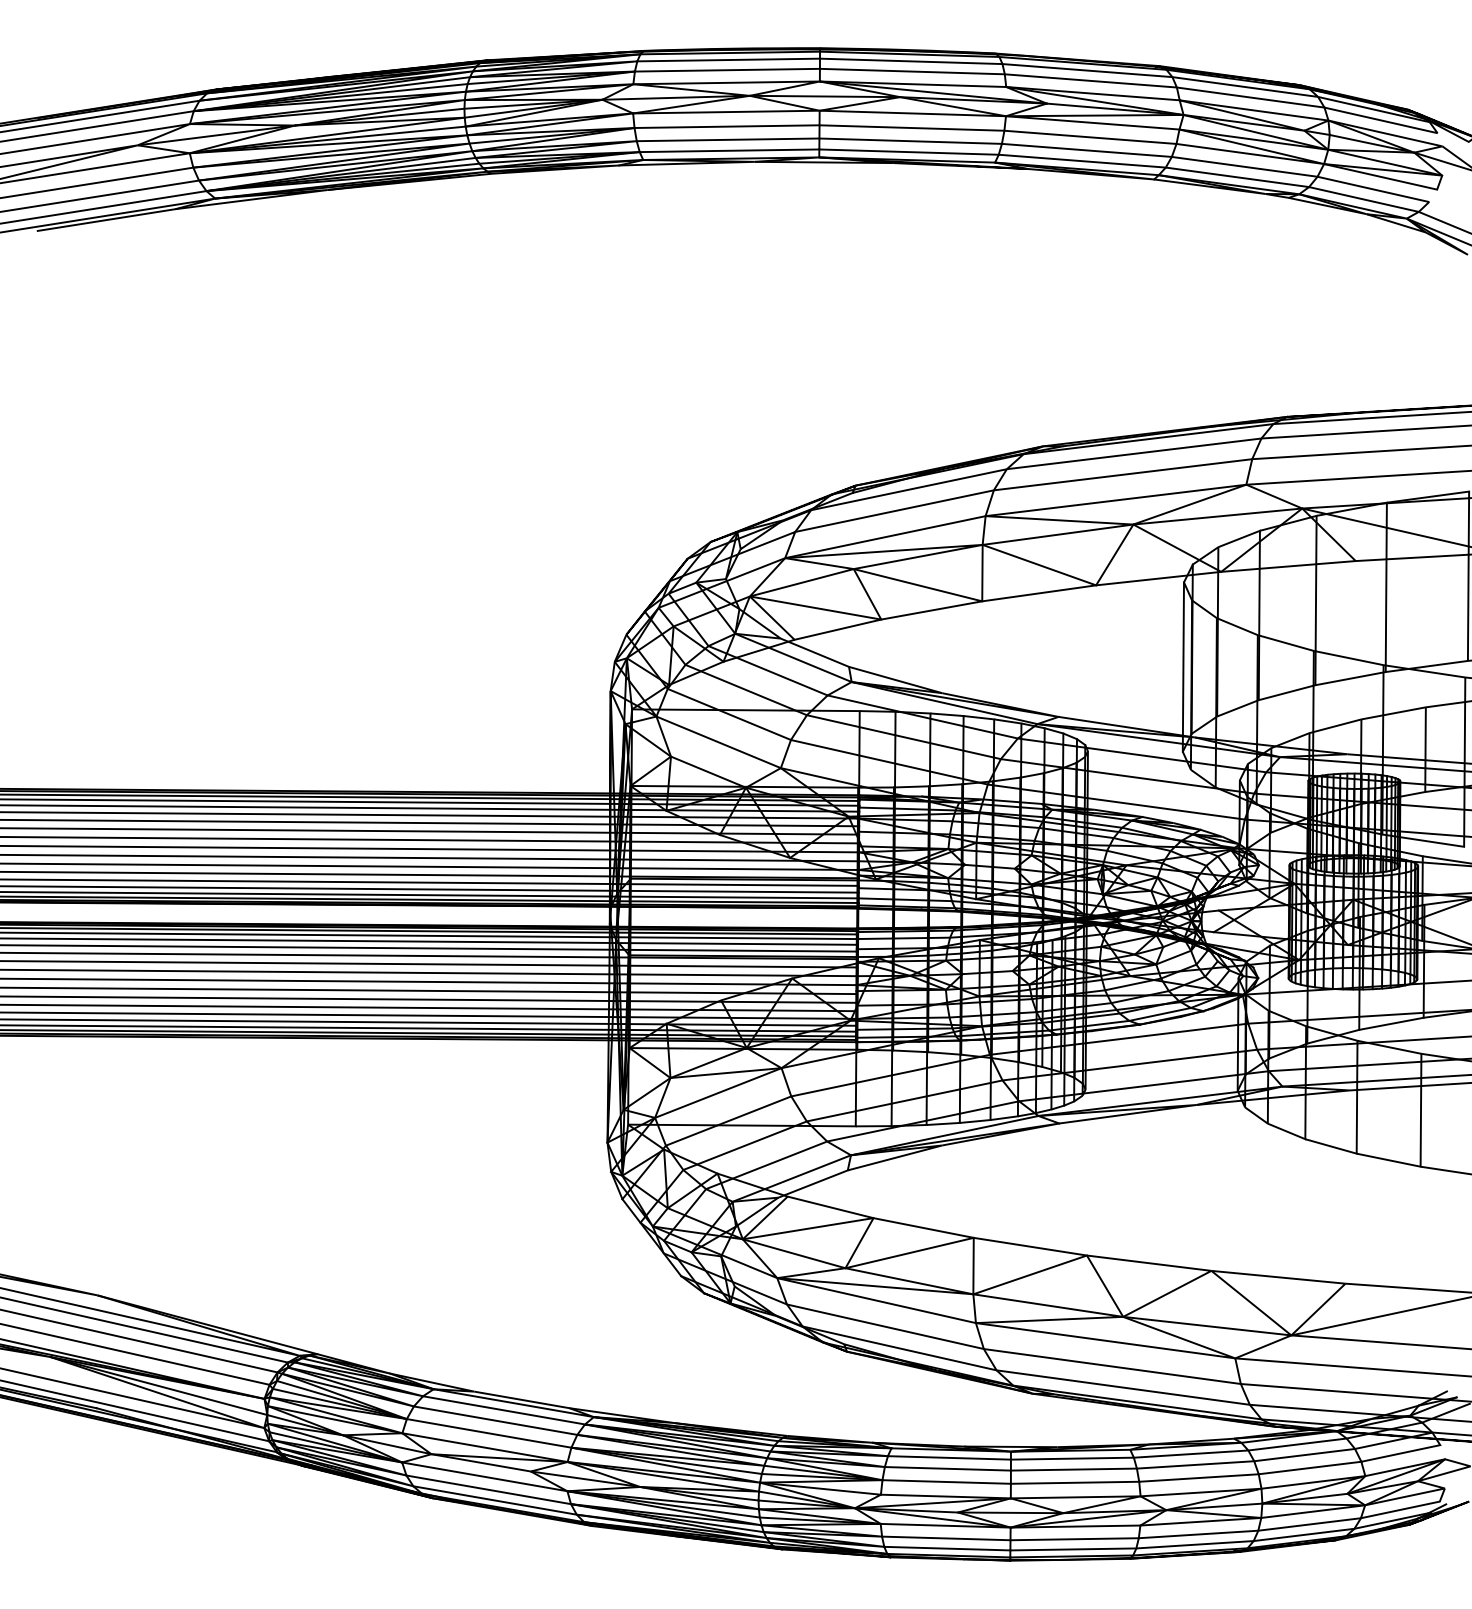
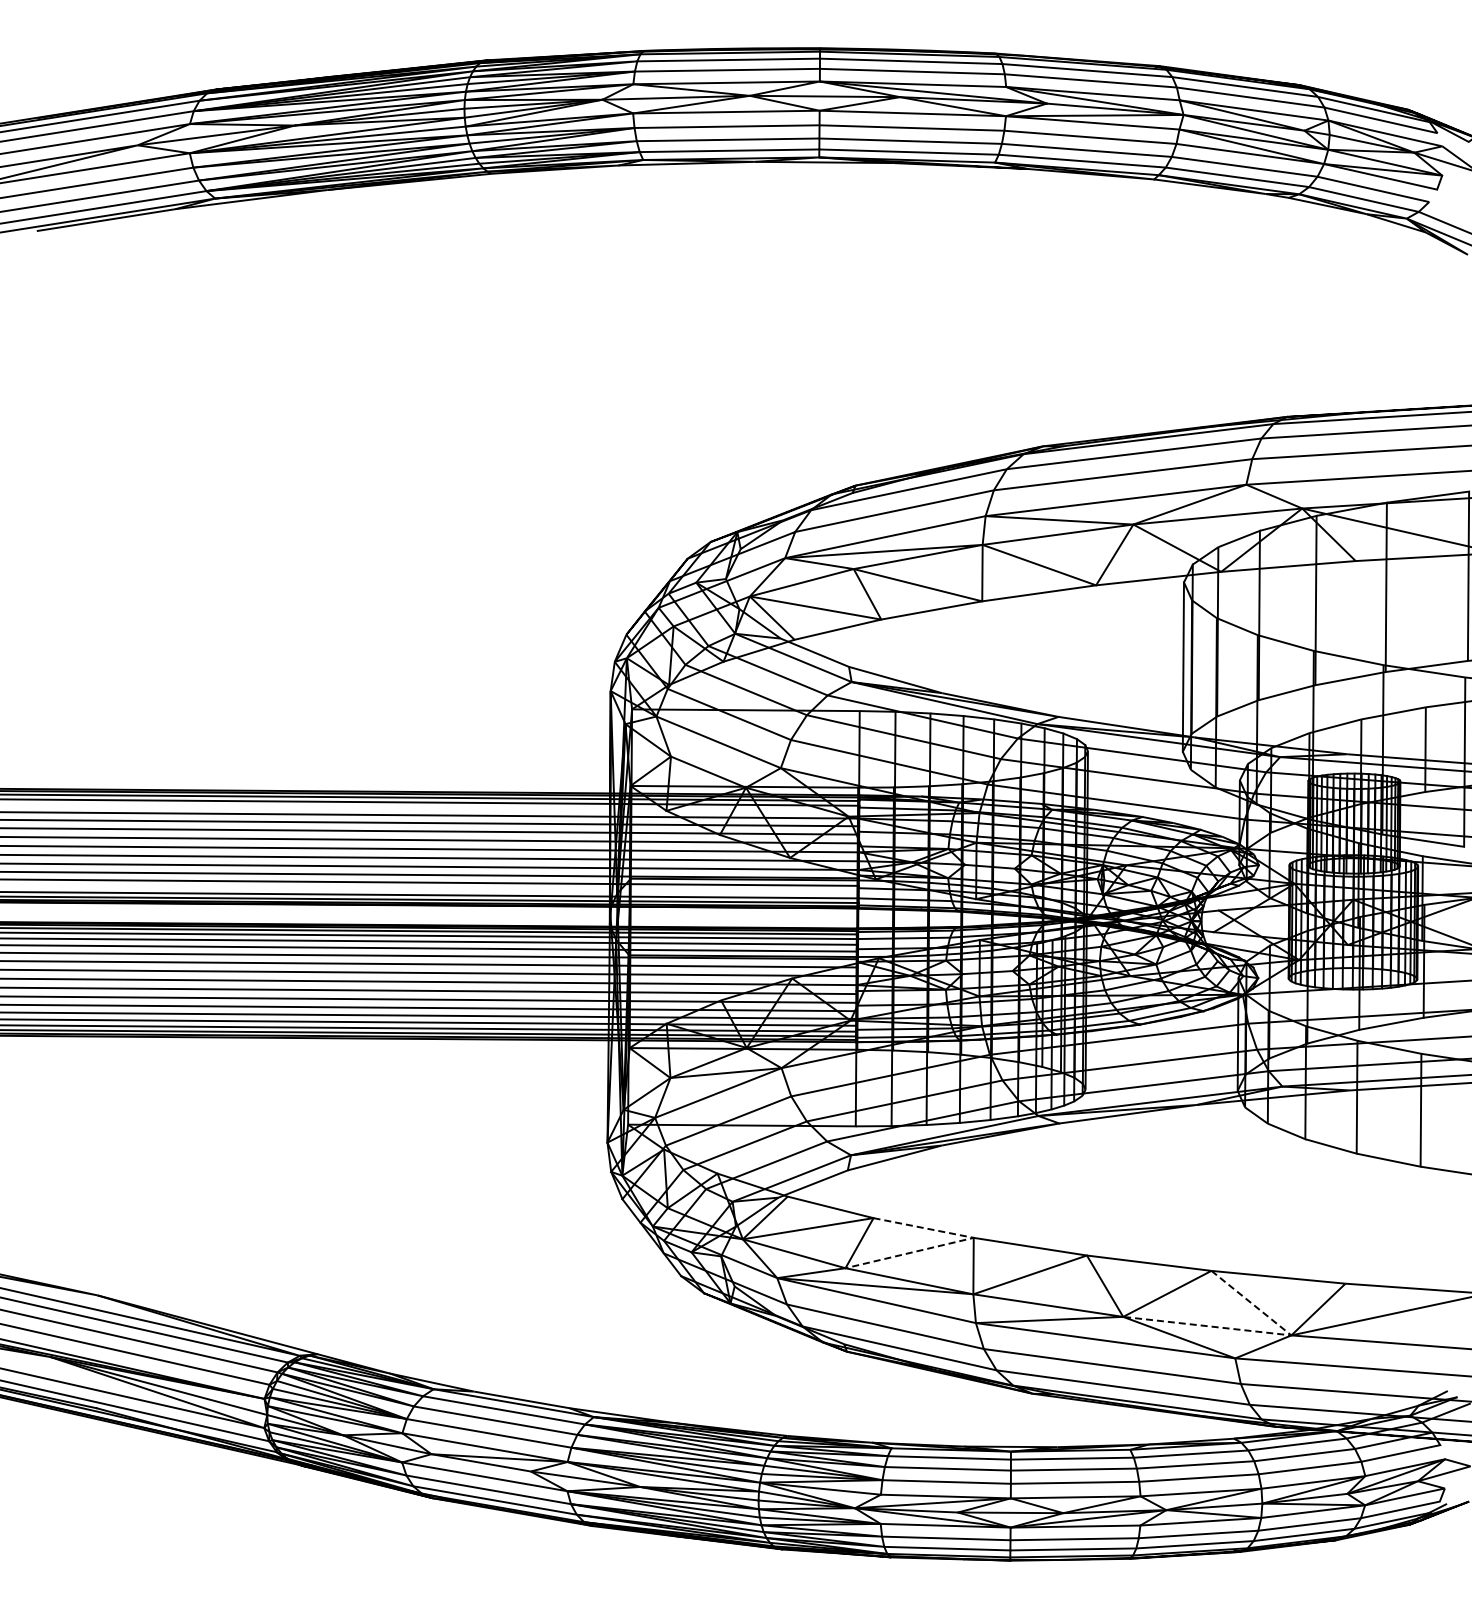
line at (430, 808): present -> none
line at (430, 889): present -> none
line at (960, 1241): solid -> dashed
line at (1258, 1331): solid -> dashed
